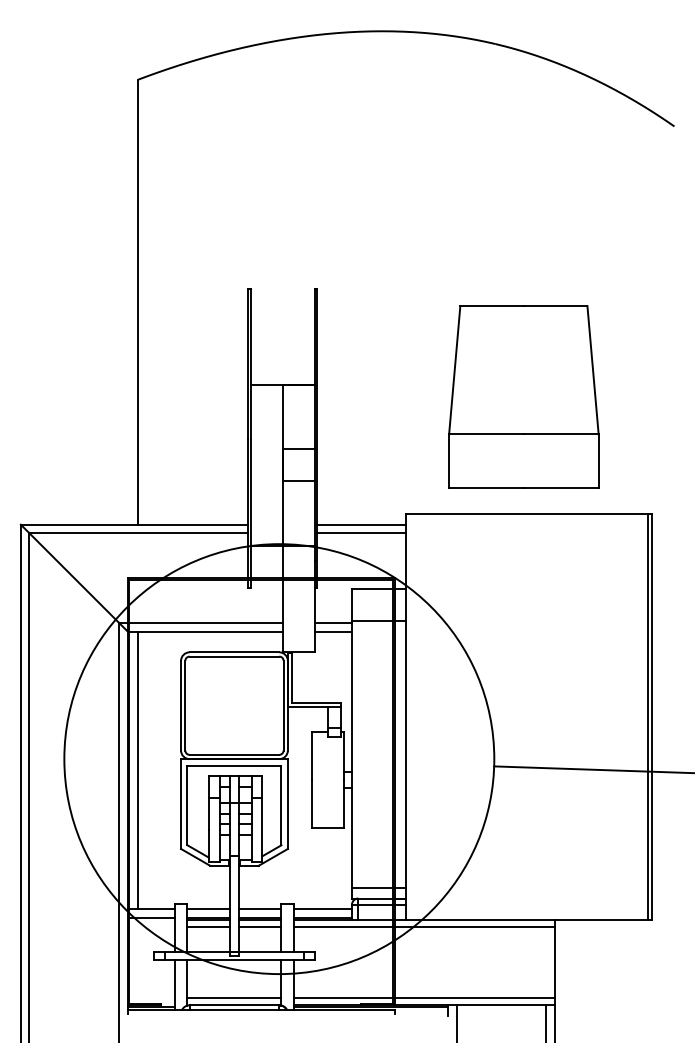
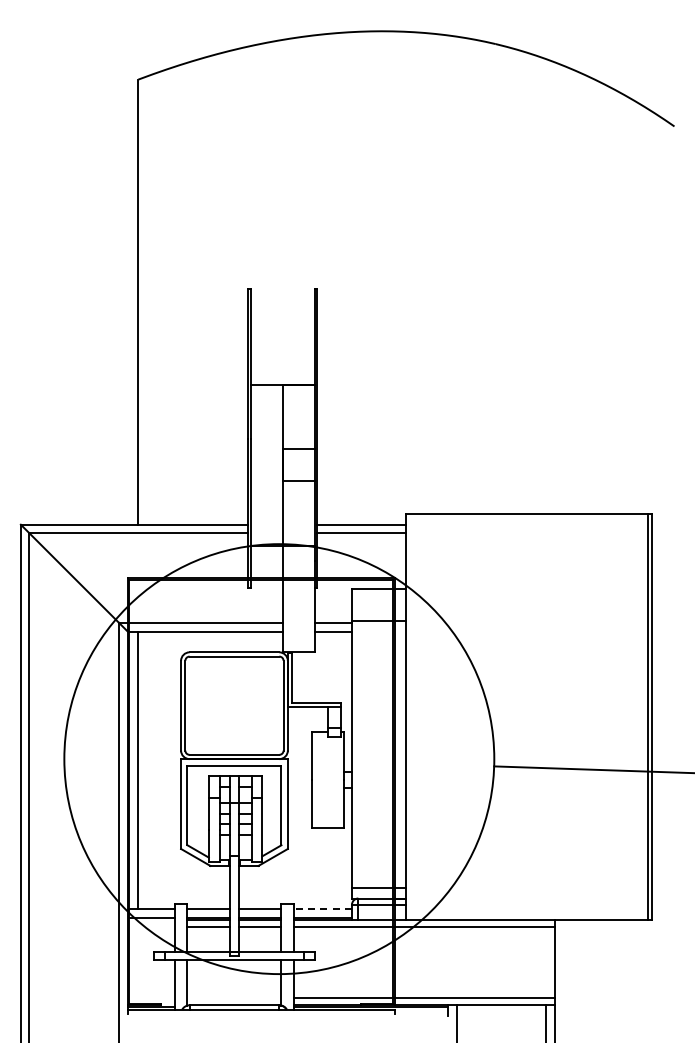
part at (523, 396): present -> none
line at (323, 909): solid -> dashed
line at (234, 998): present -> none
